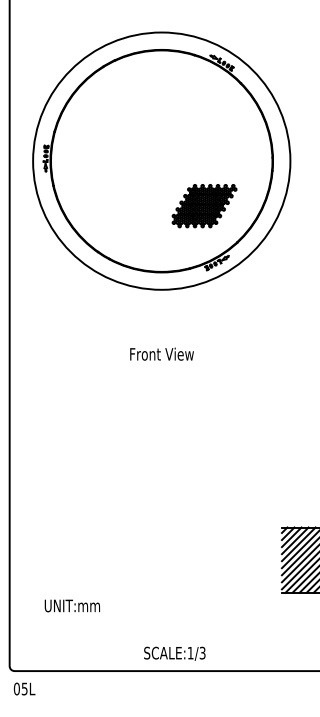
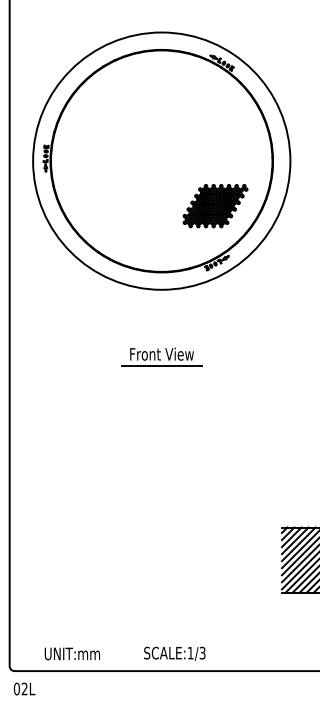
part at (204, 206) position: (204, 206) -> (215, 206)
line at (161, 365): none -> present
text at (71, 605) position: (71, 605) -> (71, 653)
text at (24, 688): 05L -> 02L
